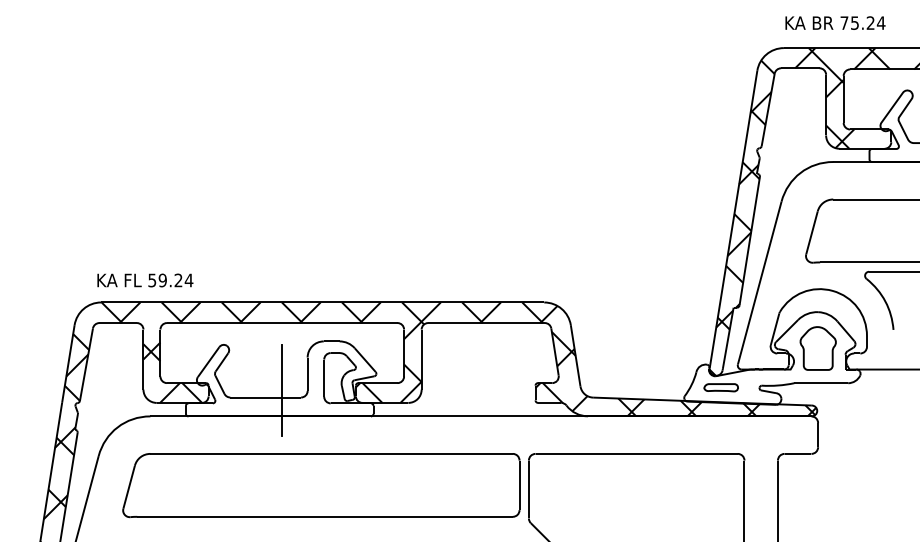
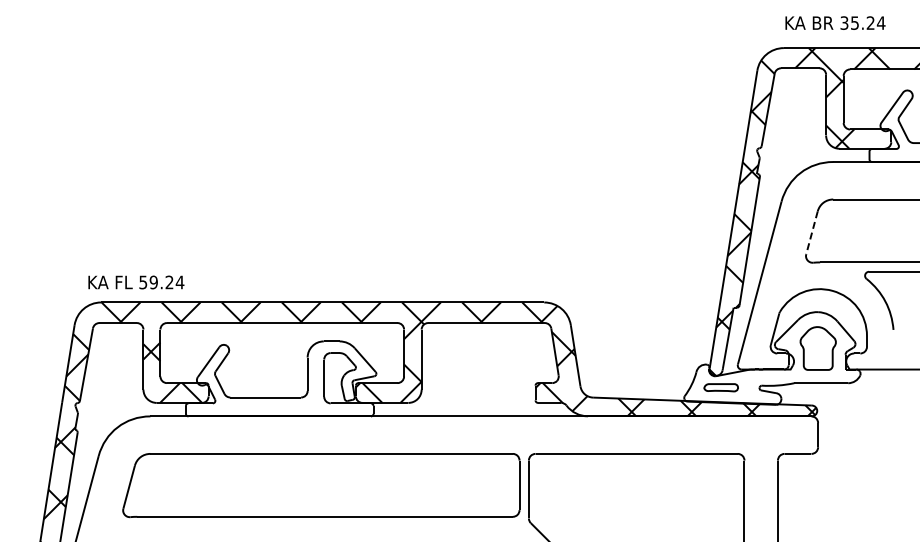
text at (844, 22): 75.24 -> 35.24
line at (811, 233): solid -> dashed
text at (145, 280) position: (145, 280) -> (136, 282)
line at (281, 390): present -> none
